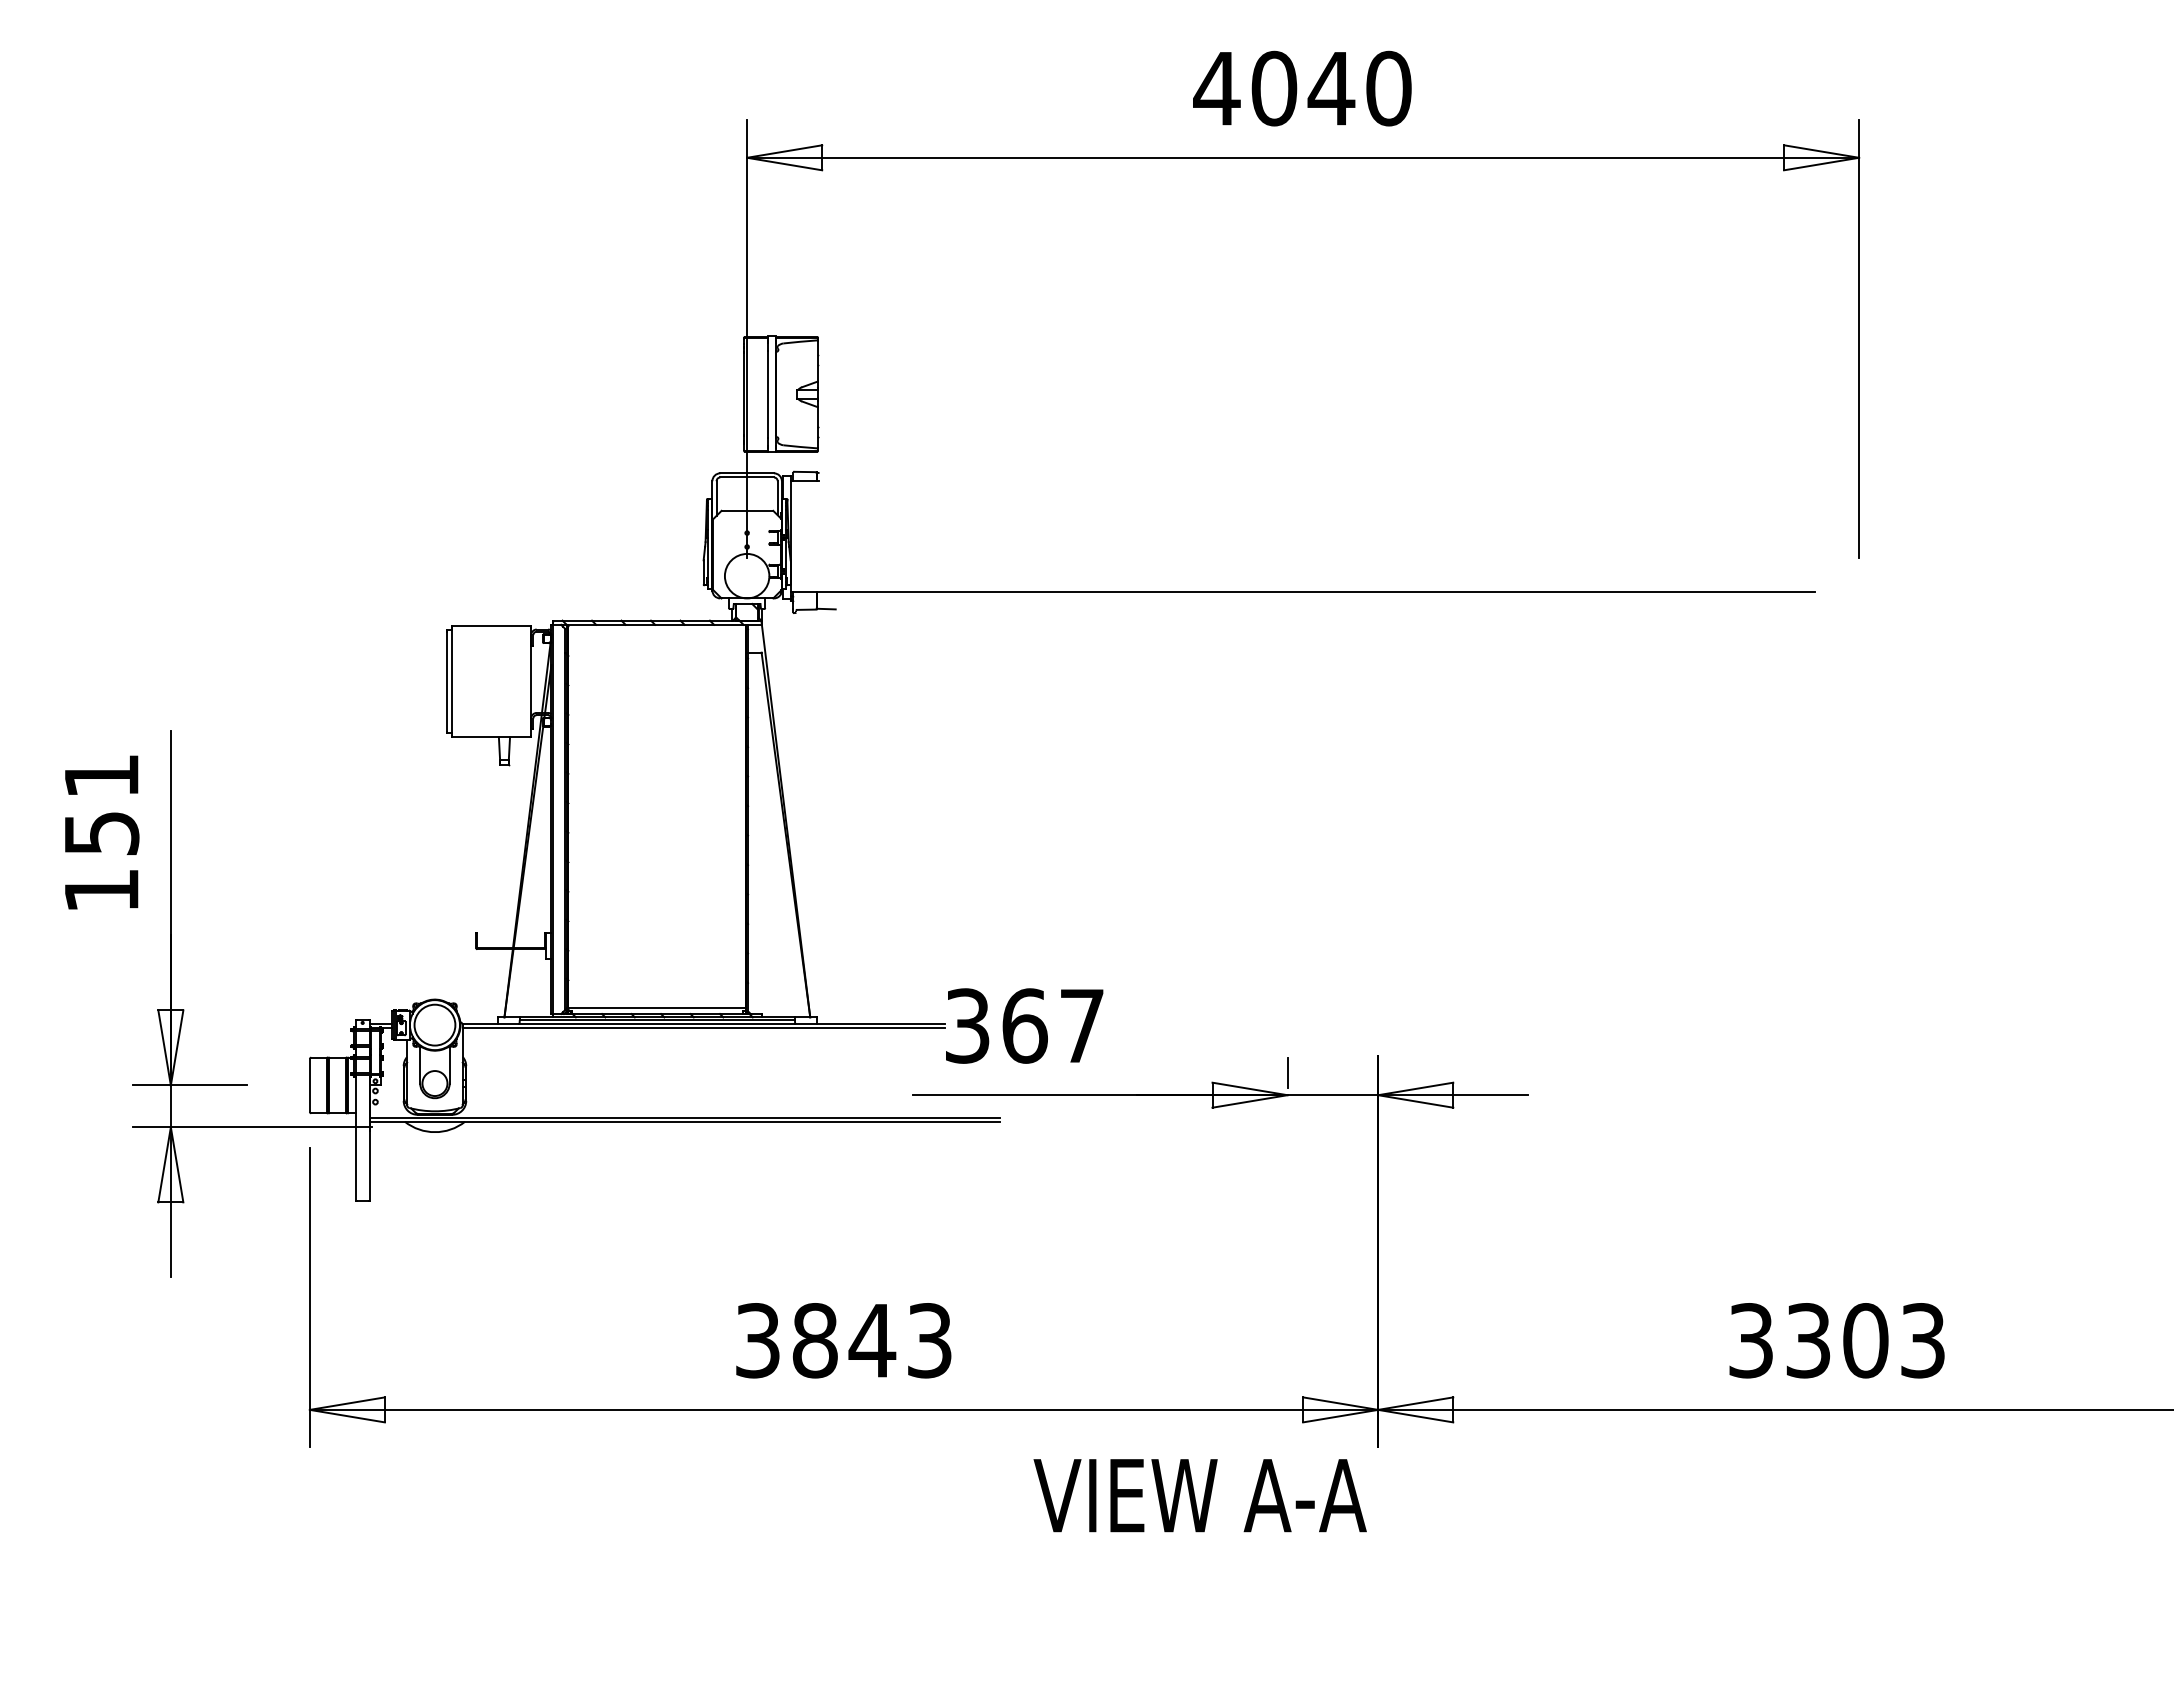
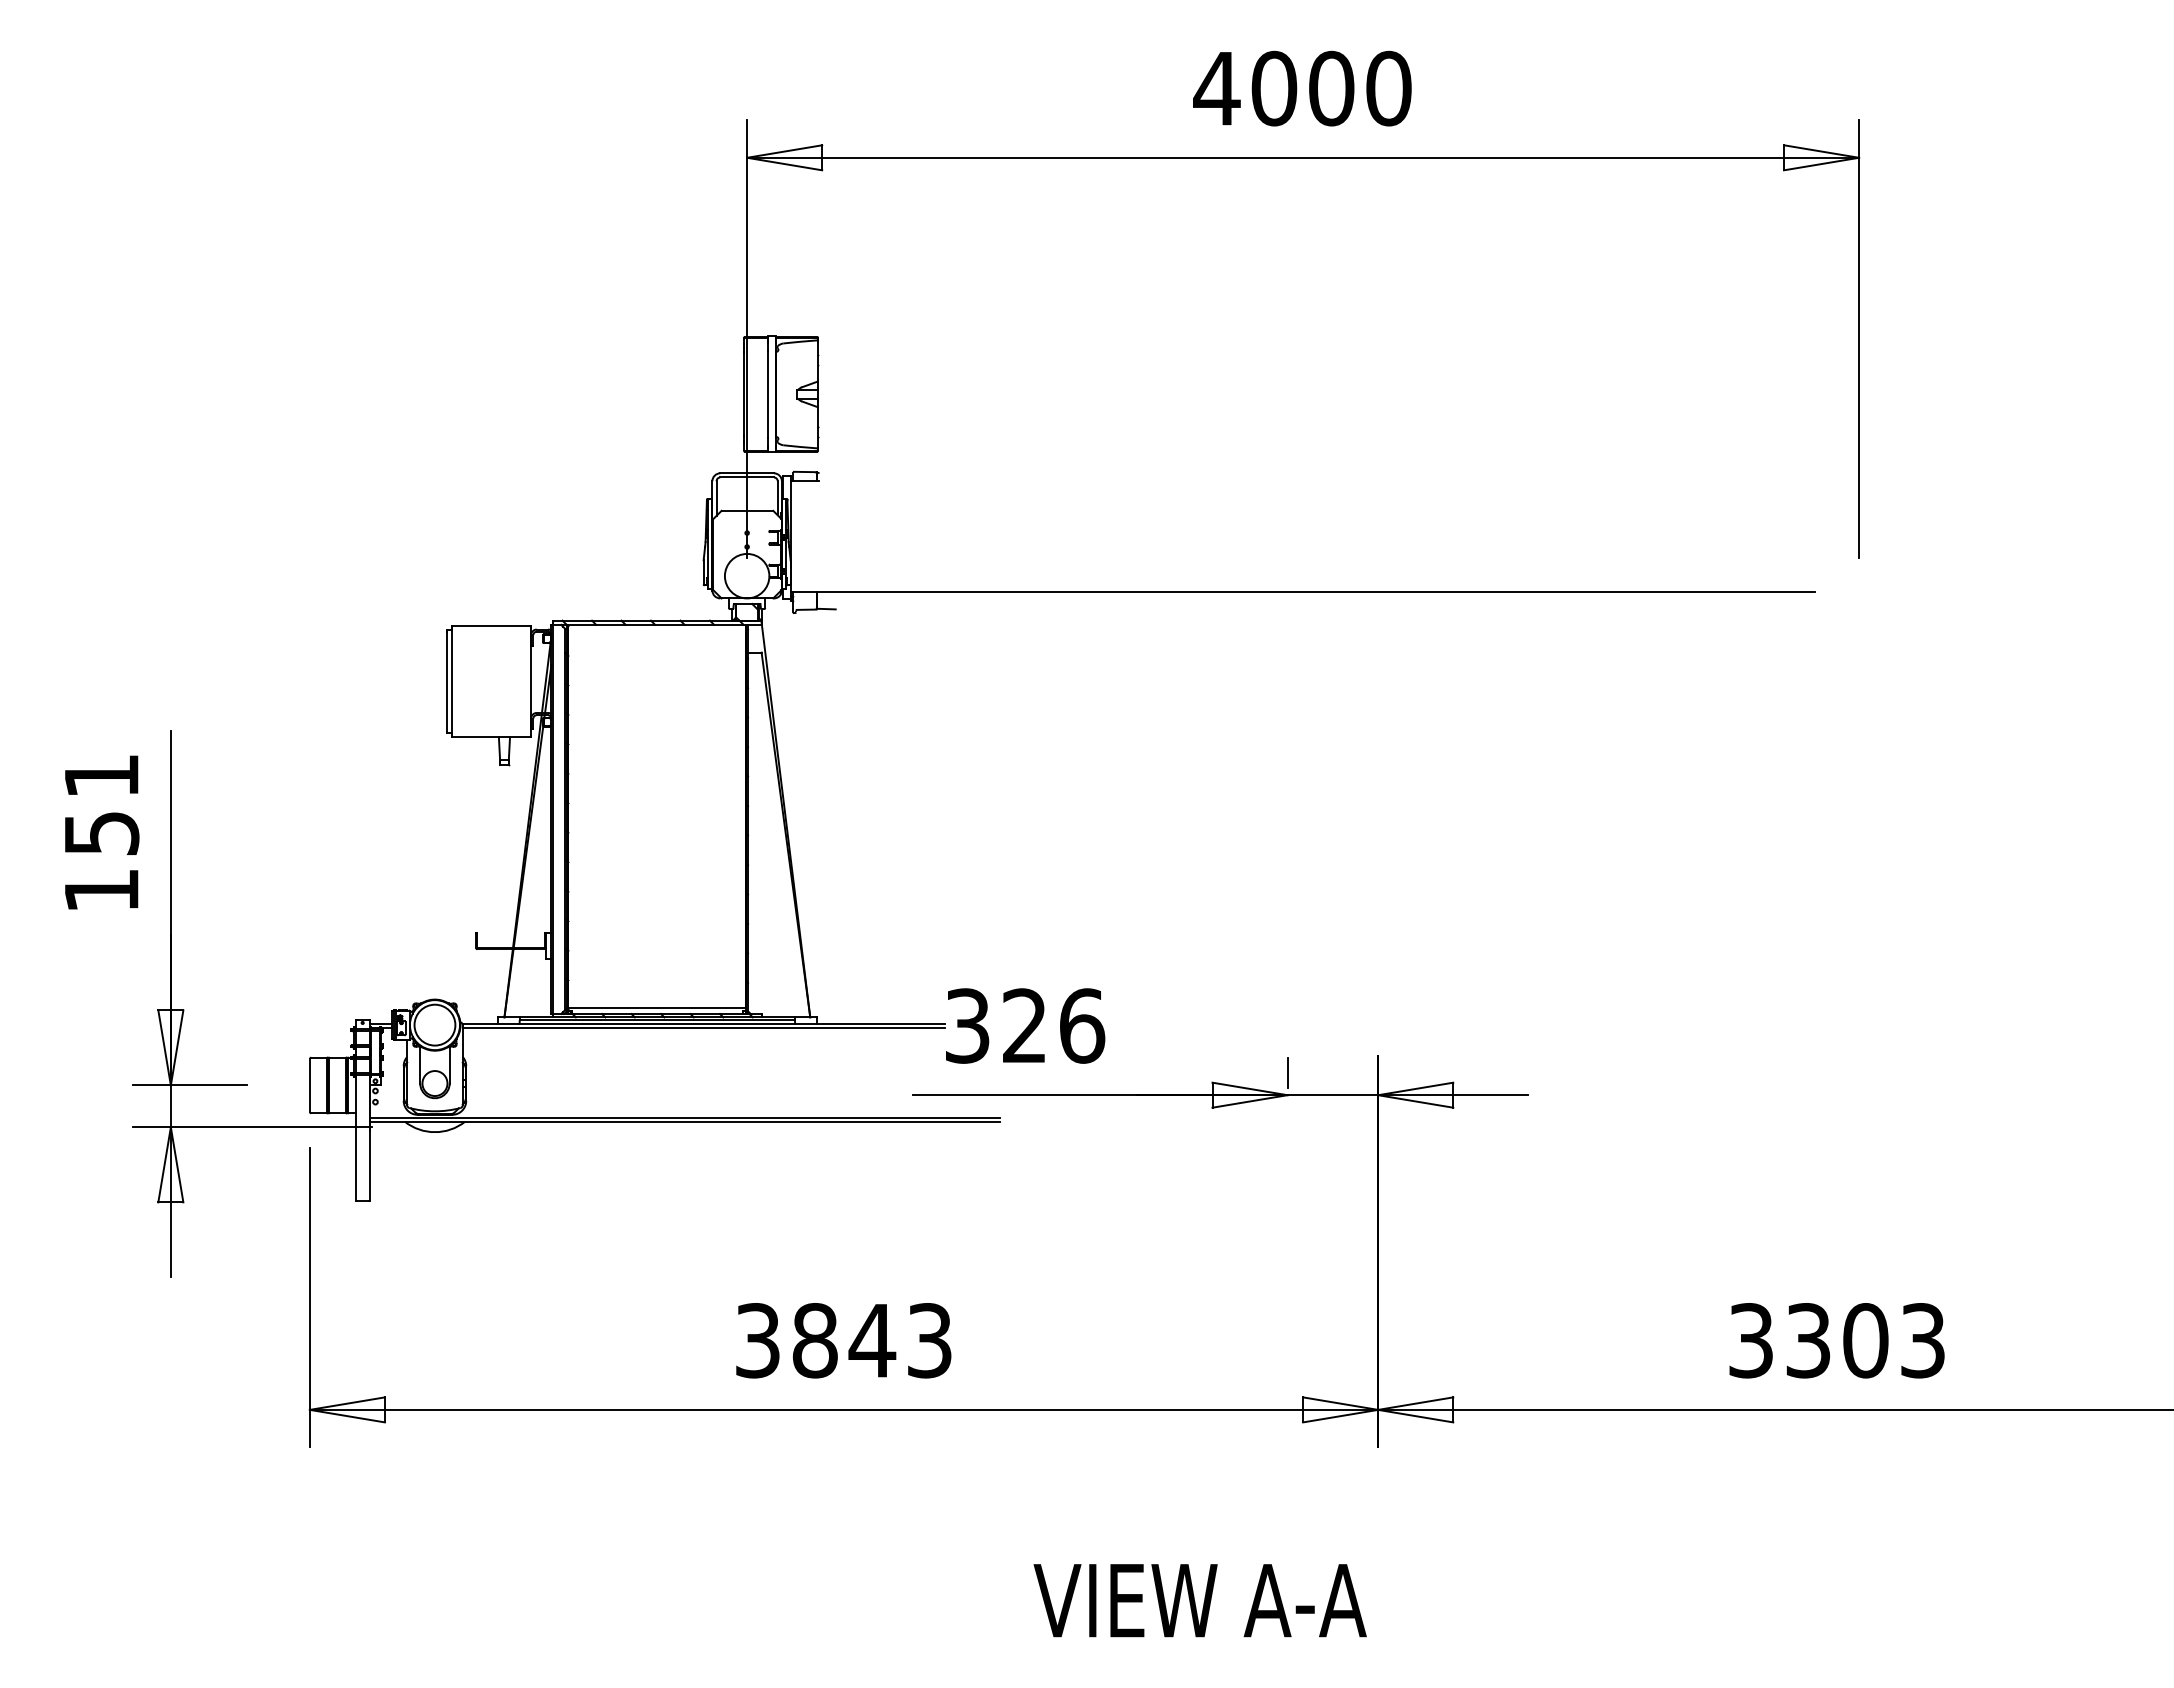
text at (1331, 88): 4040 -> 4000
text at (1053, 1025): 367 -> 326
text at (1199, 1495) position: (1199, 1495) -> (1199, 1600)
